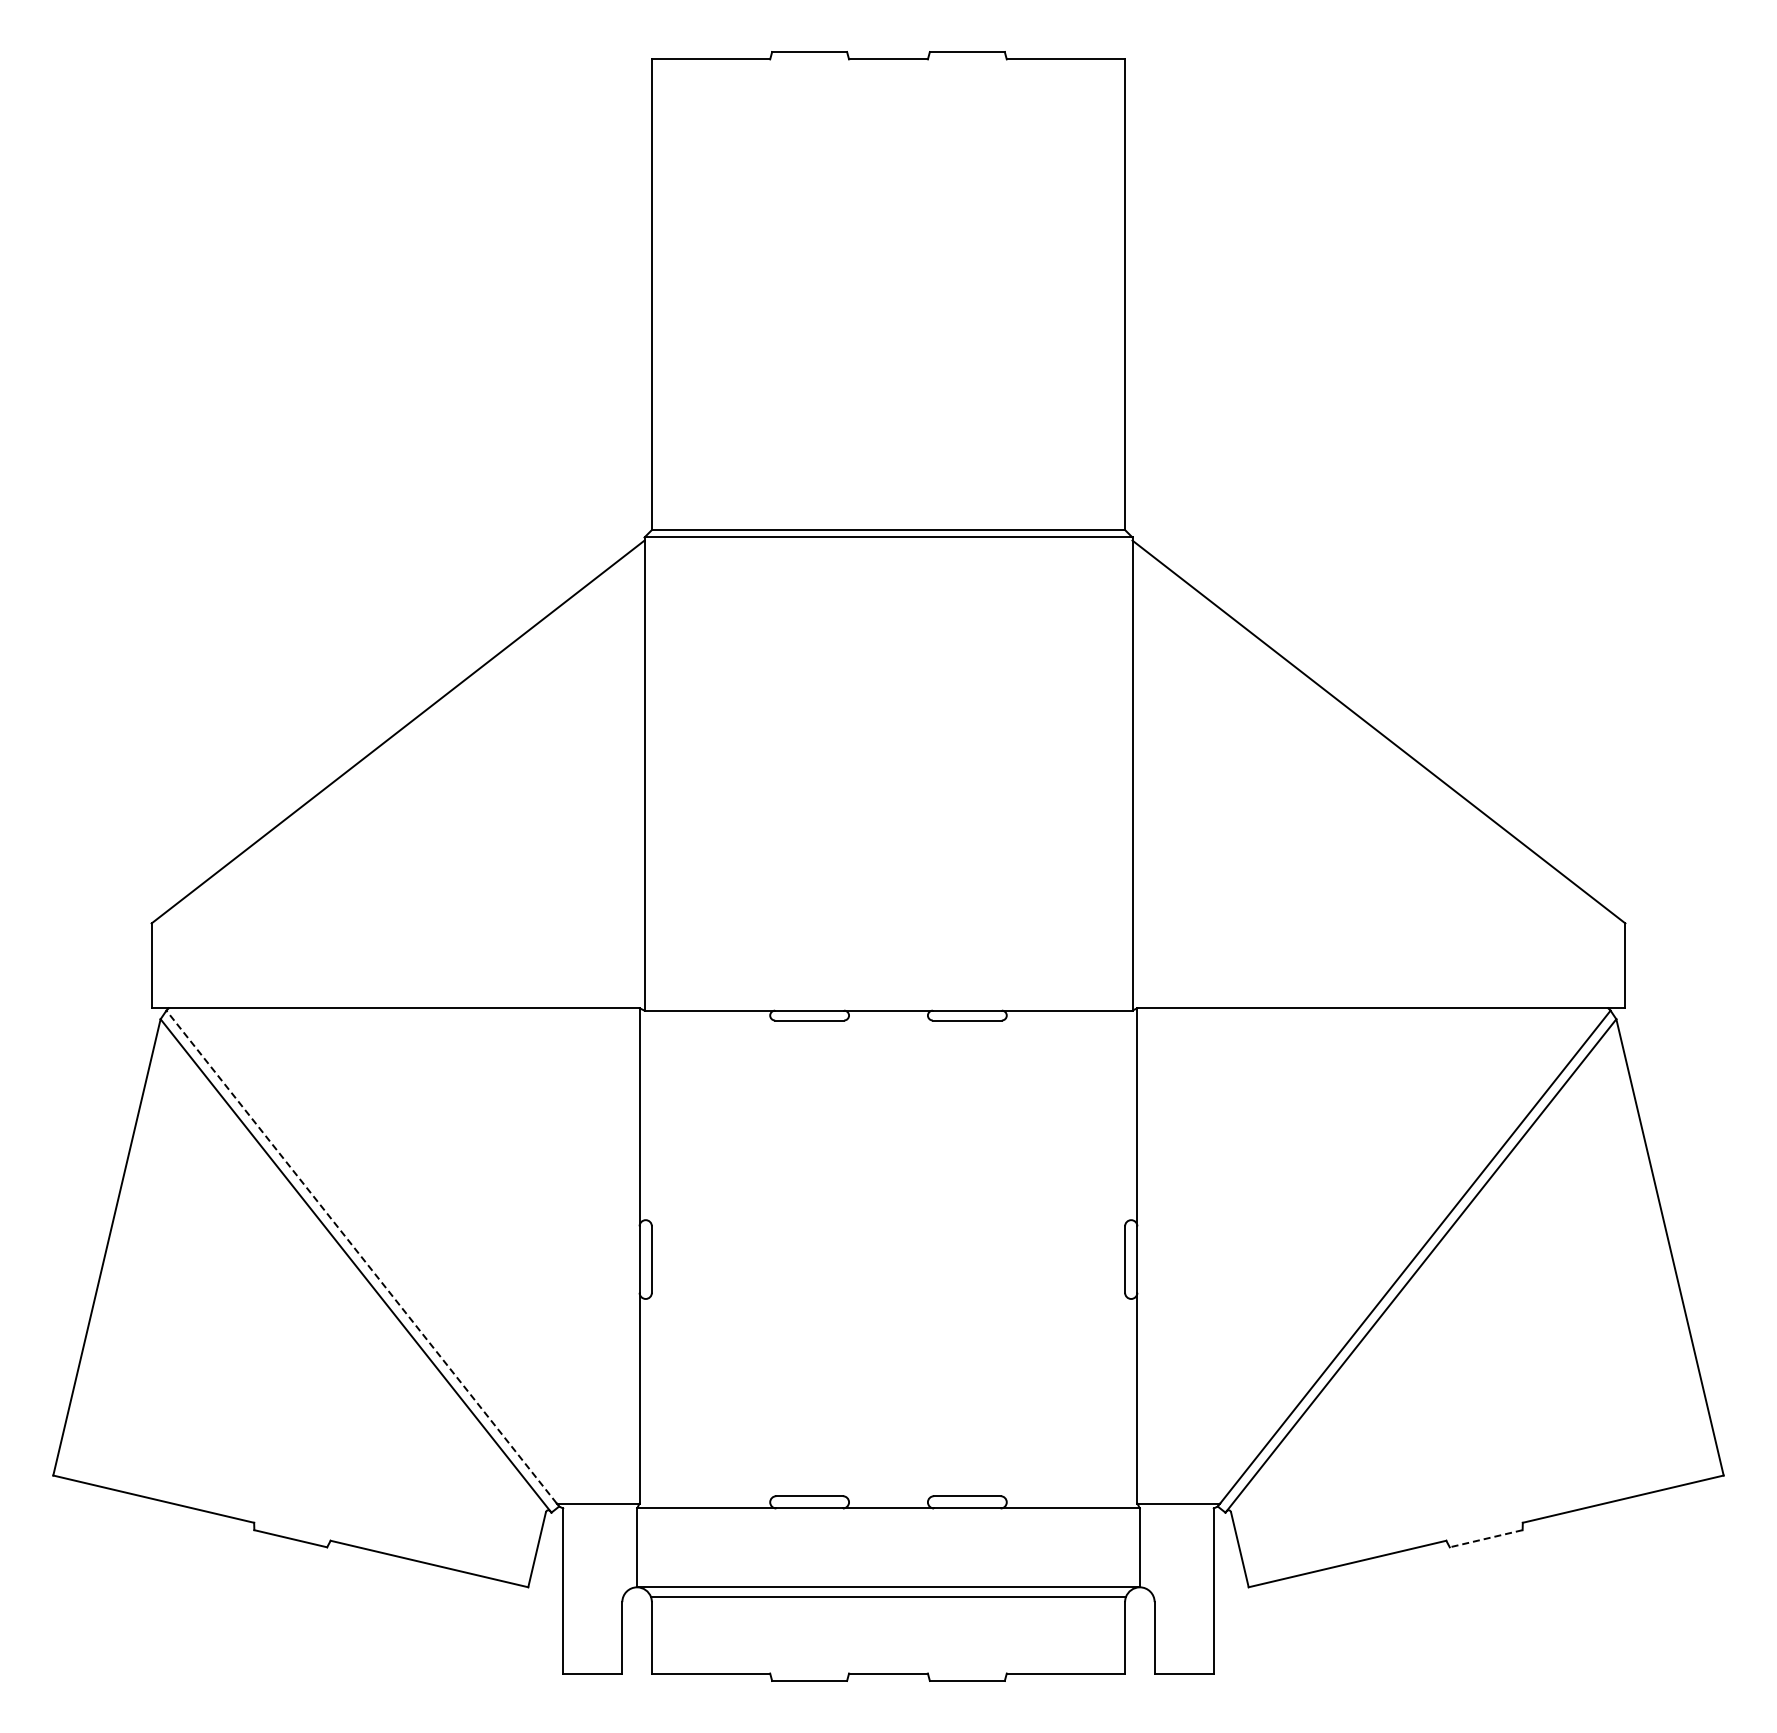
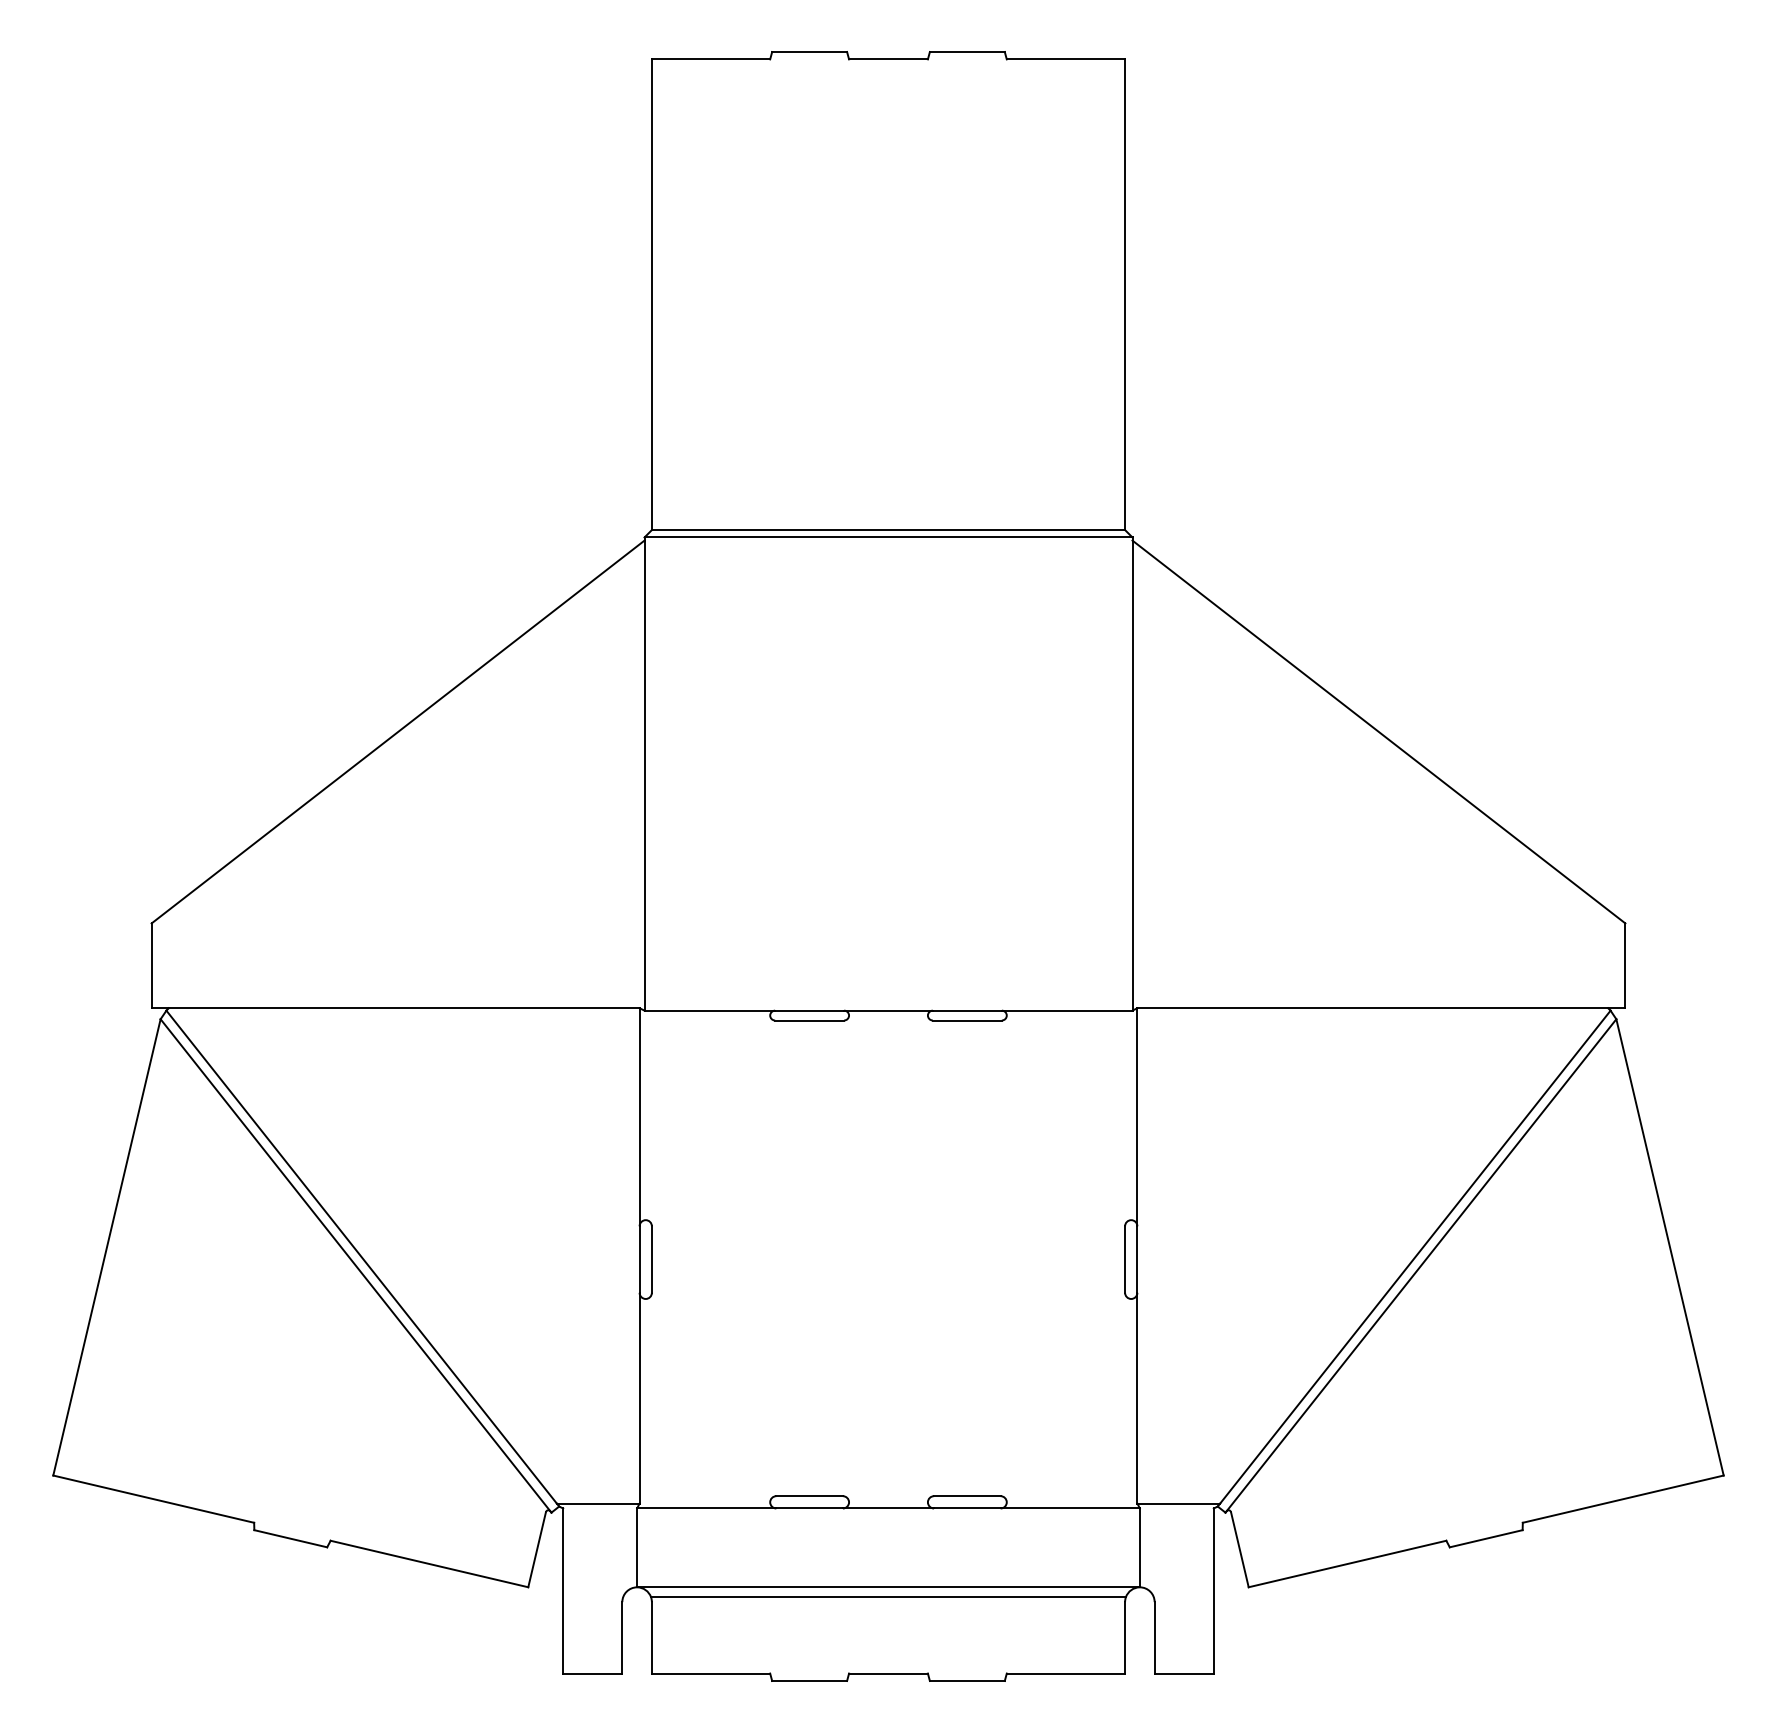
line at (361, 1256): dashed -> solid
line at (1485, 1538): dashed -> solid
